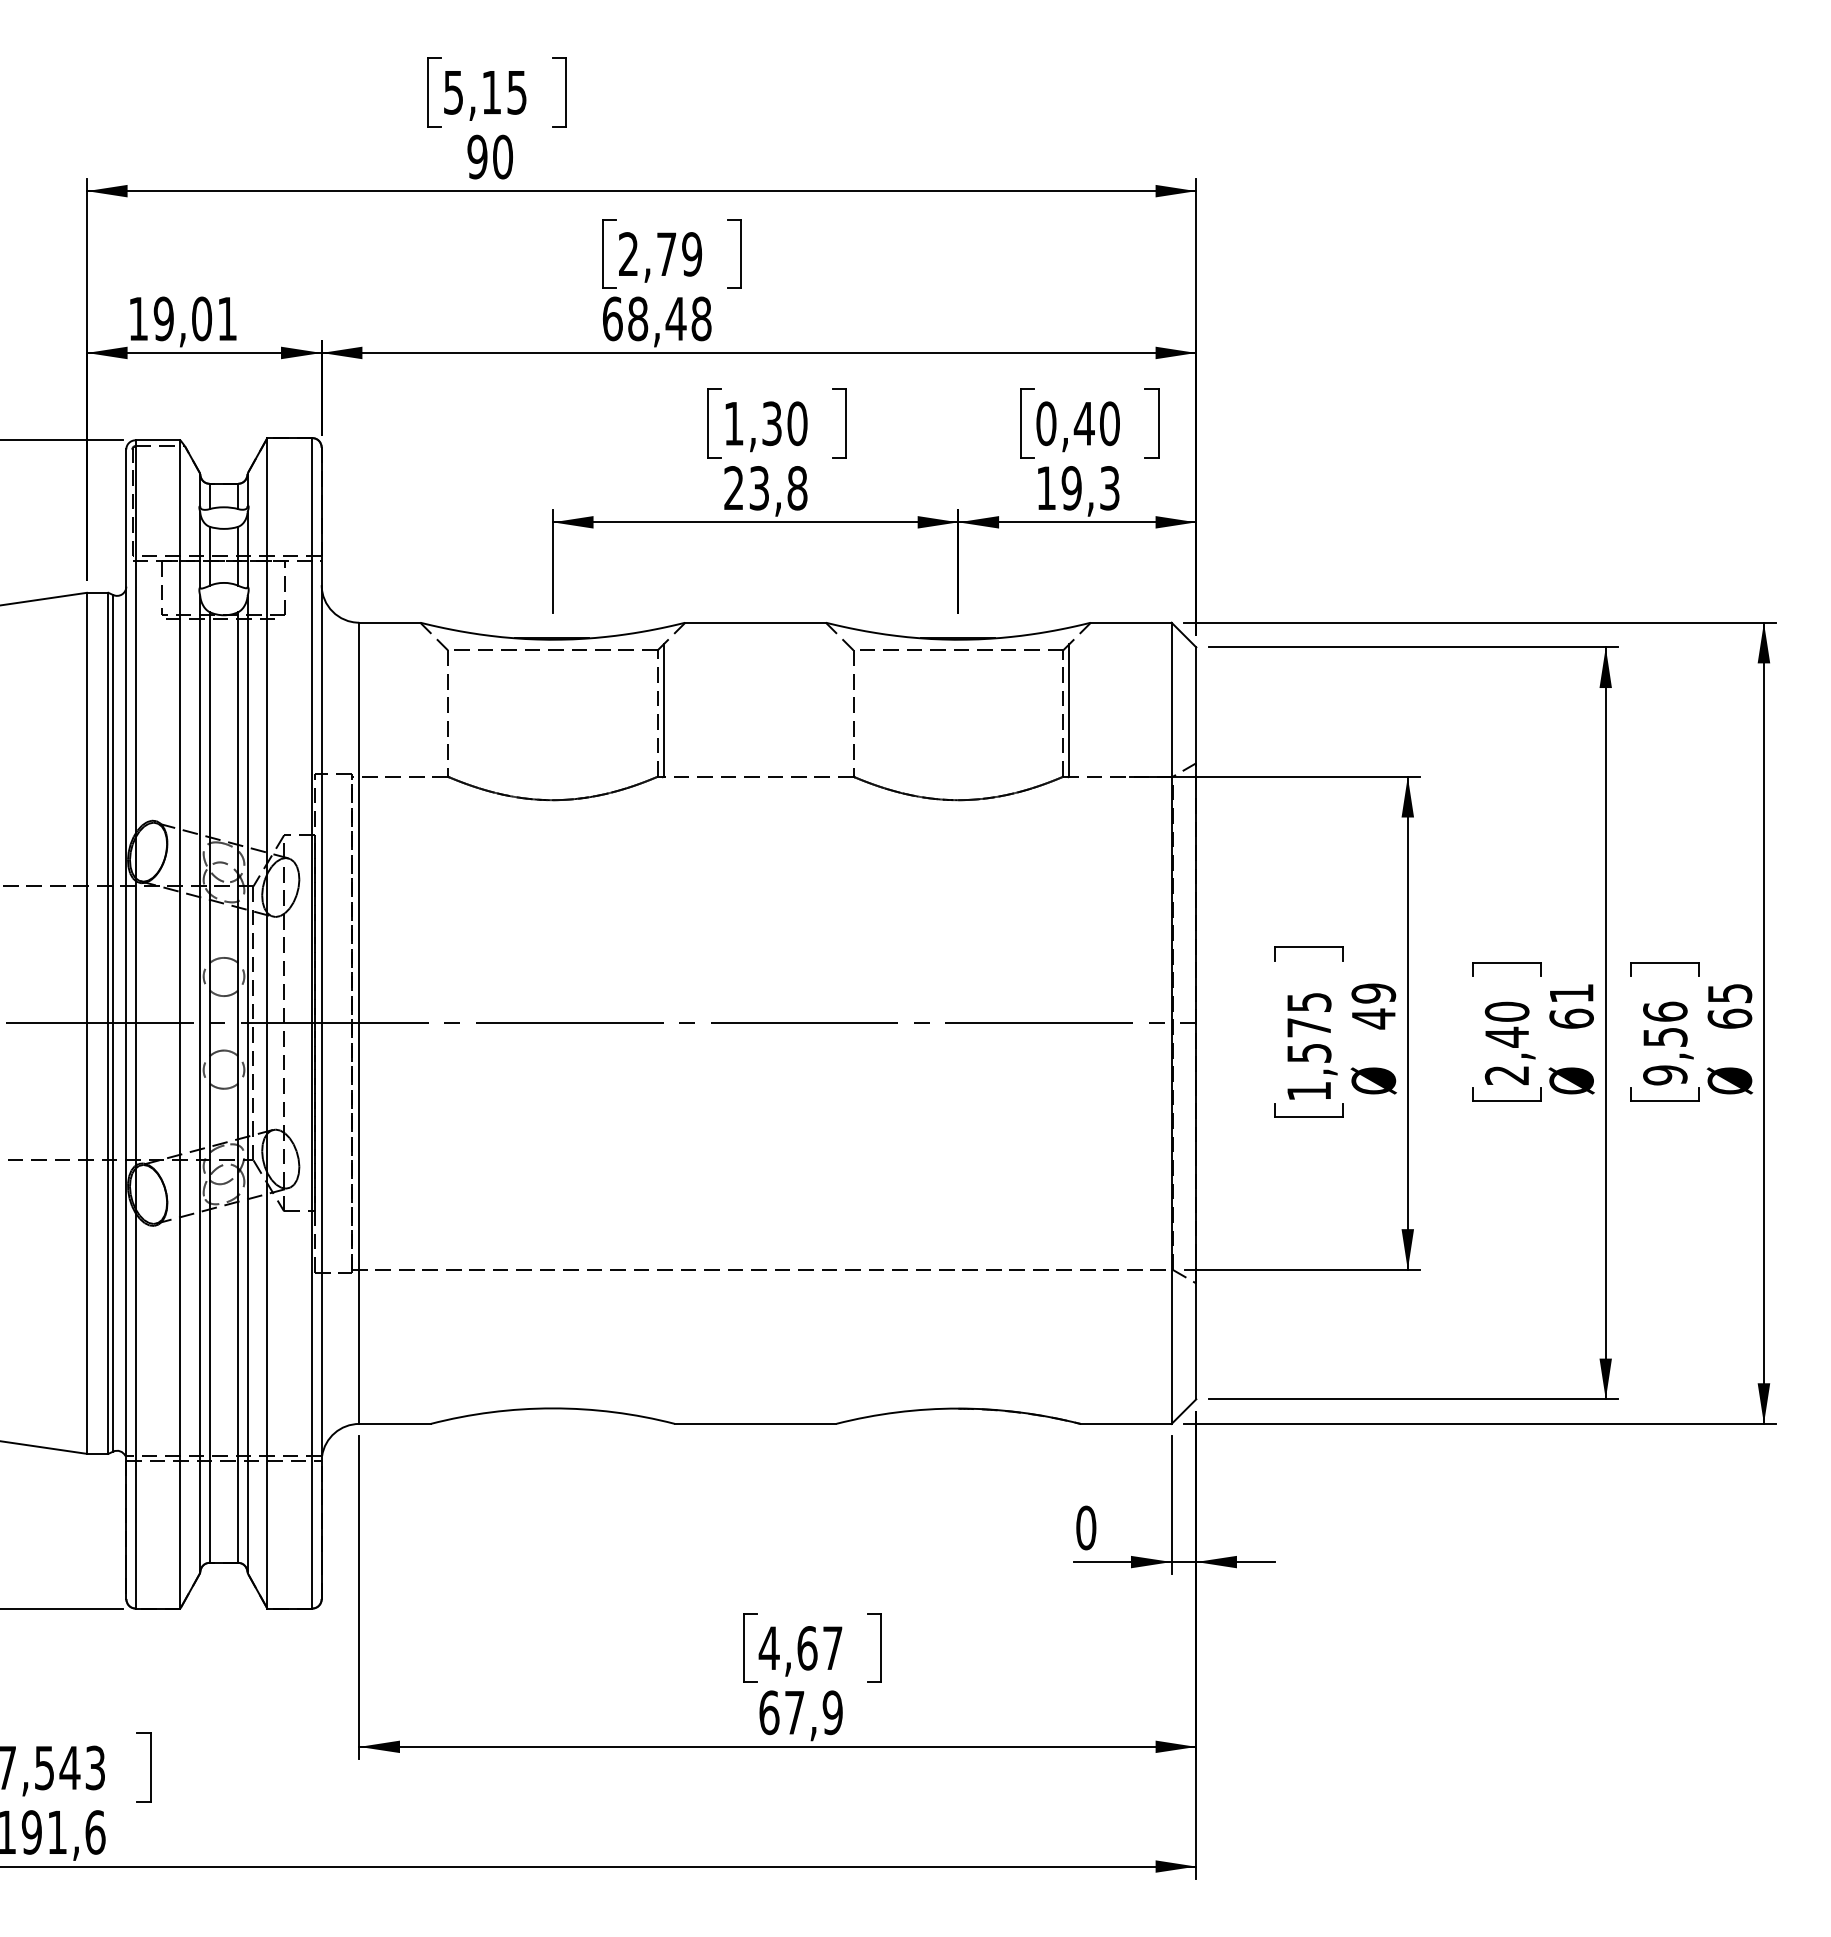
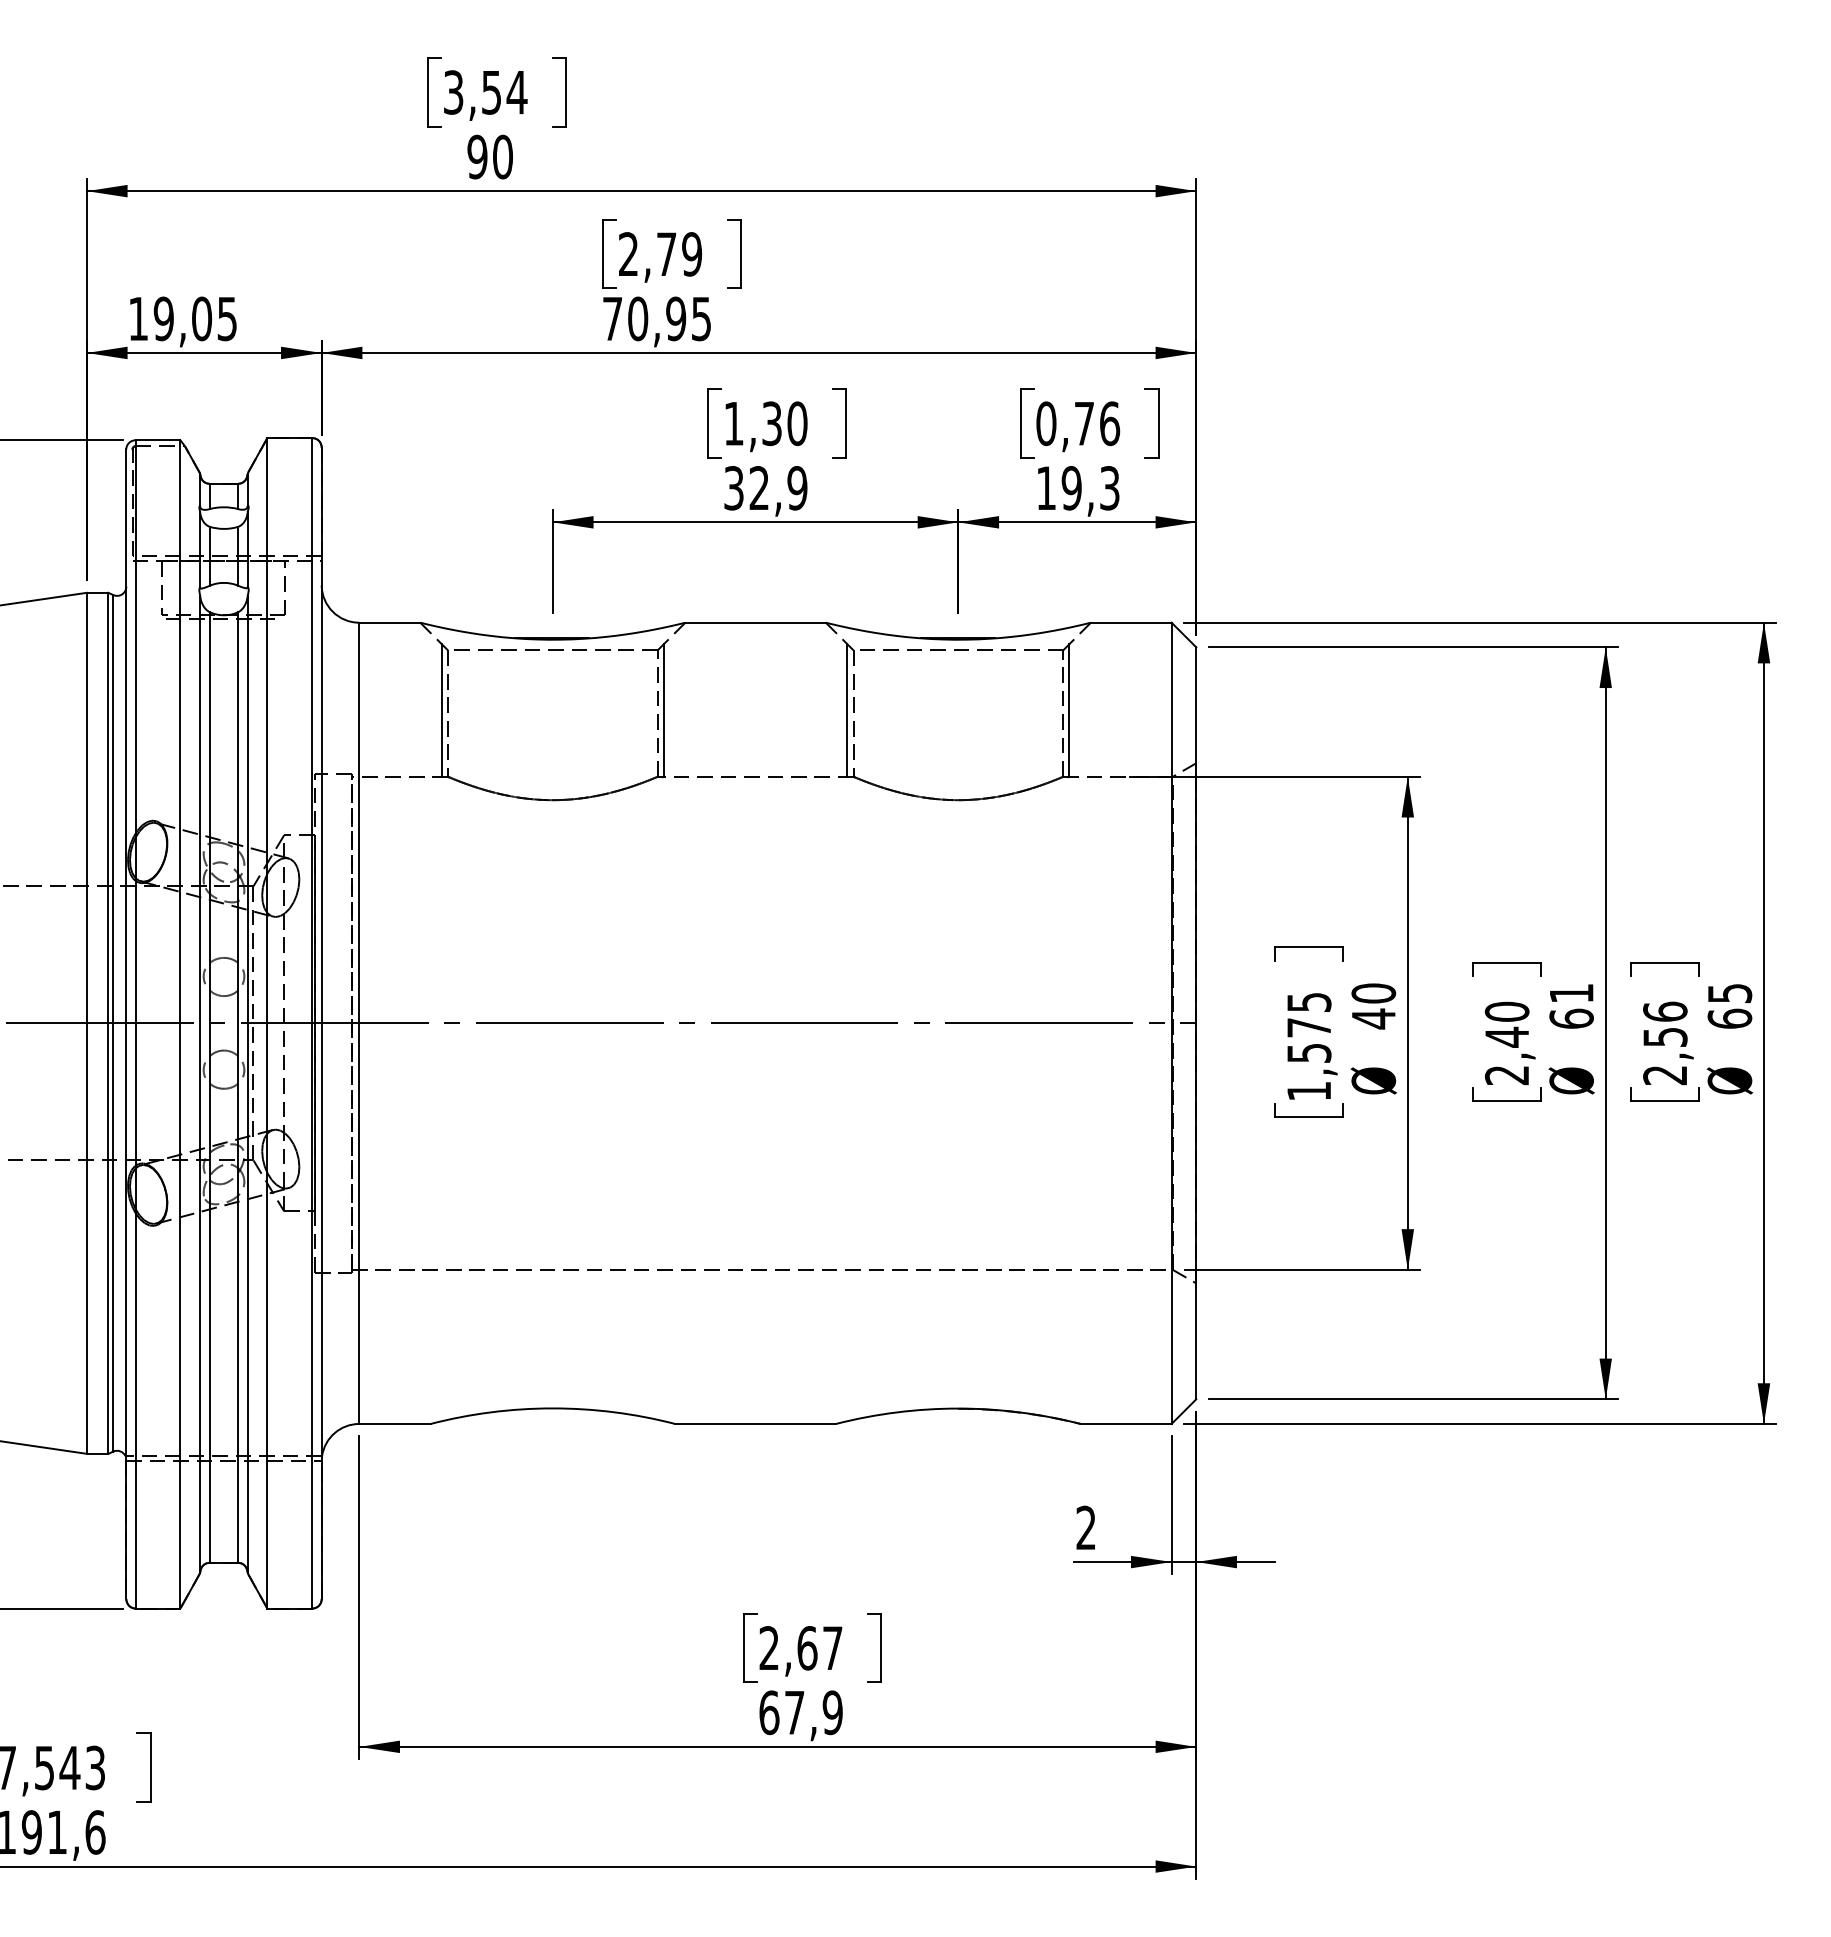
text at (485, 92): 5,15 -> 3,54
text at (657, 318): 68,48 -> 70,95
text at (226, 319): 19,01 -> 19,05
text at (1096, 423): 0,40 -> 0,76
text at (765, 488): 23,8 -> 32,9
line at (441, 710): none -> present
line at (847, 710): none -> present
text at (1373, 993): 49 -> 40
text at (1665, 1075): 9,56 -> 2,56
text at (1086, 1527): 0 -> 2
text at (768, 1647): 4,67 -> 2,67
